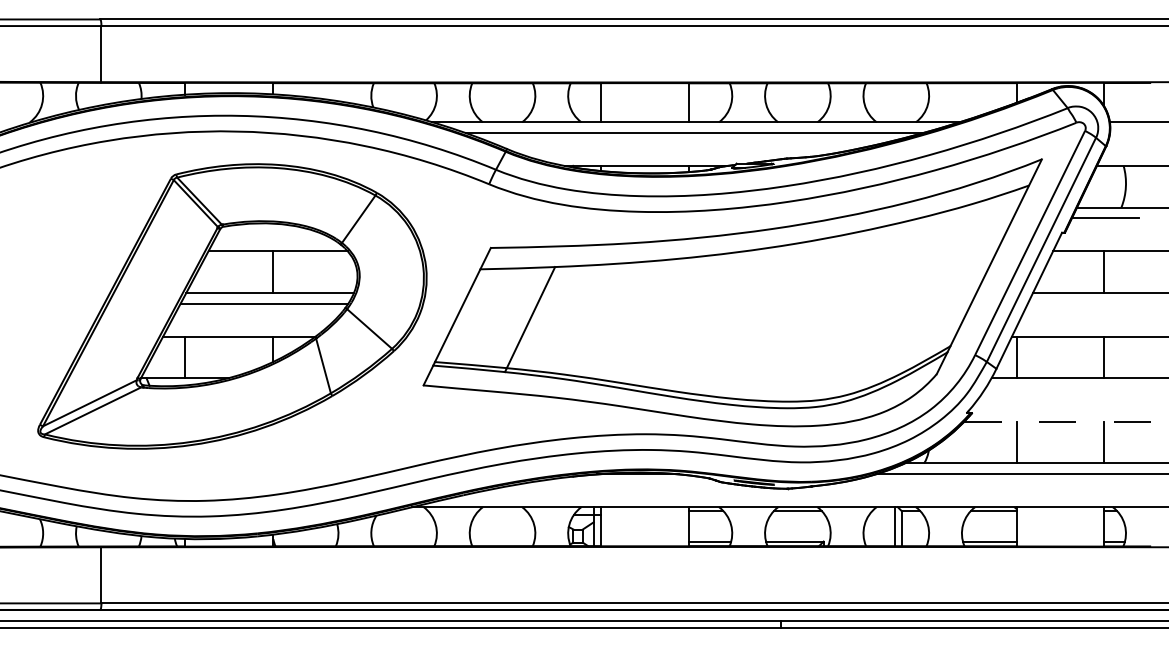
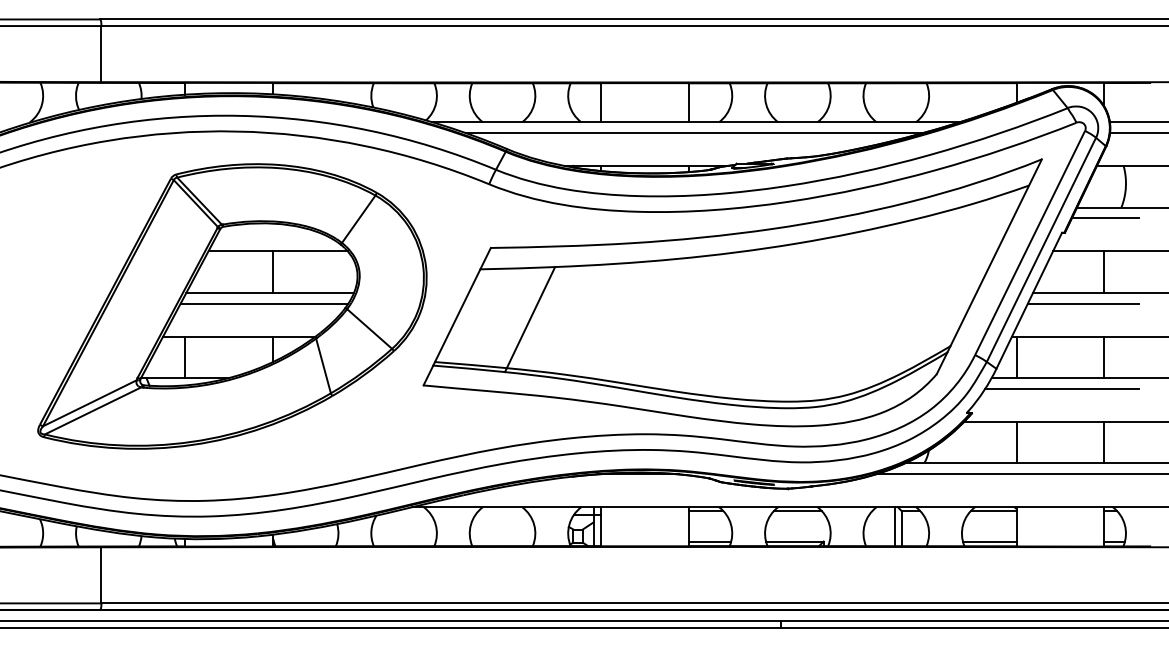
line at (1137, 133): none -> present
line at (1082, 303): none -> present
line at (1061, 389): none -> present
line at (1066, 421): dashed -> solid
